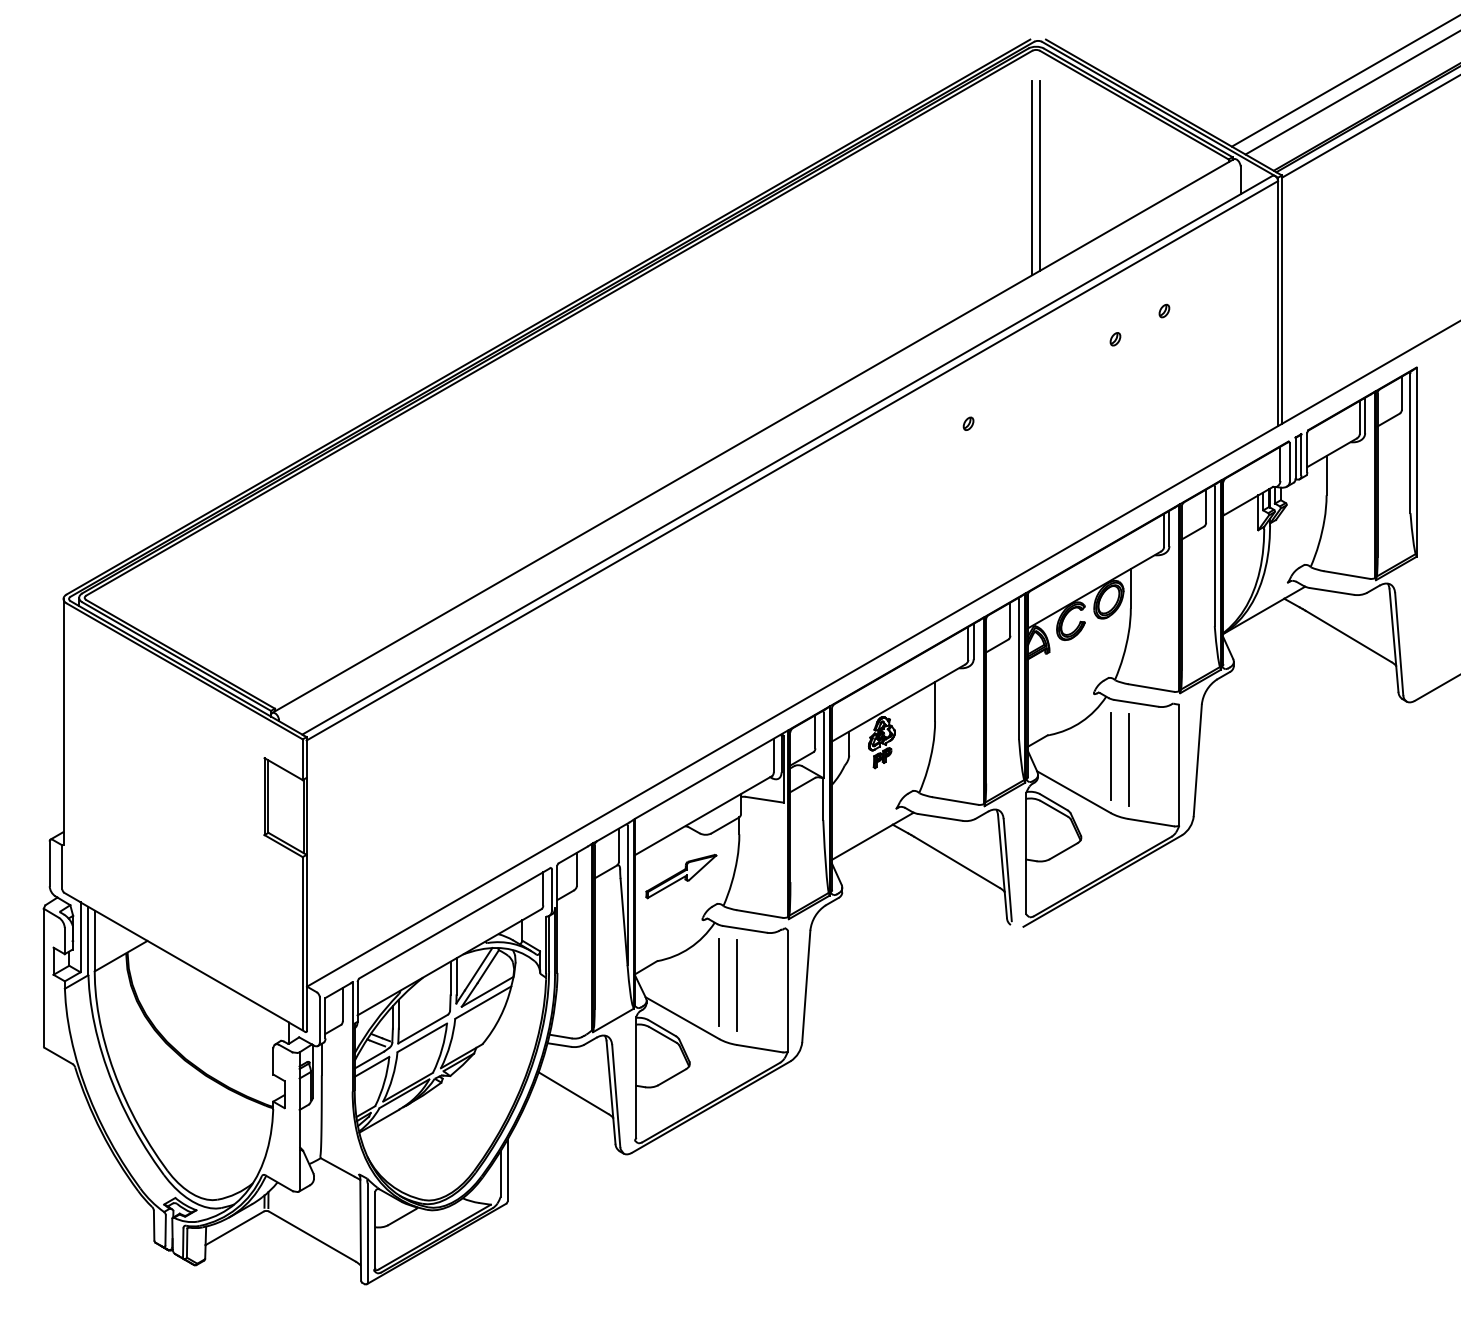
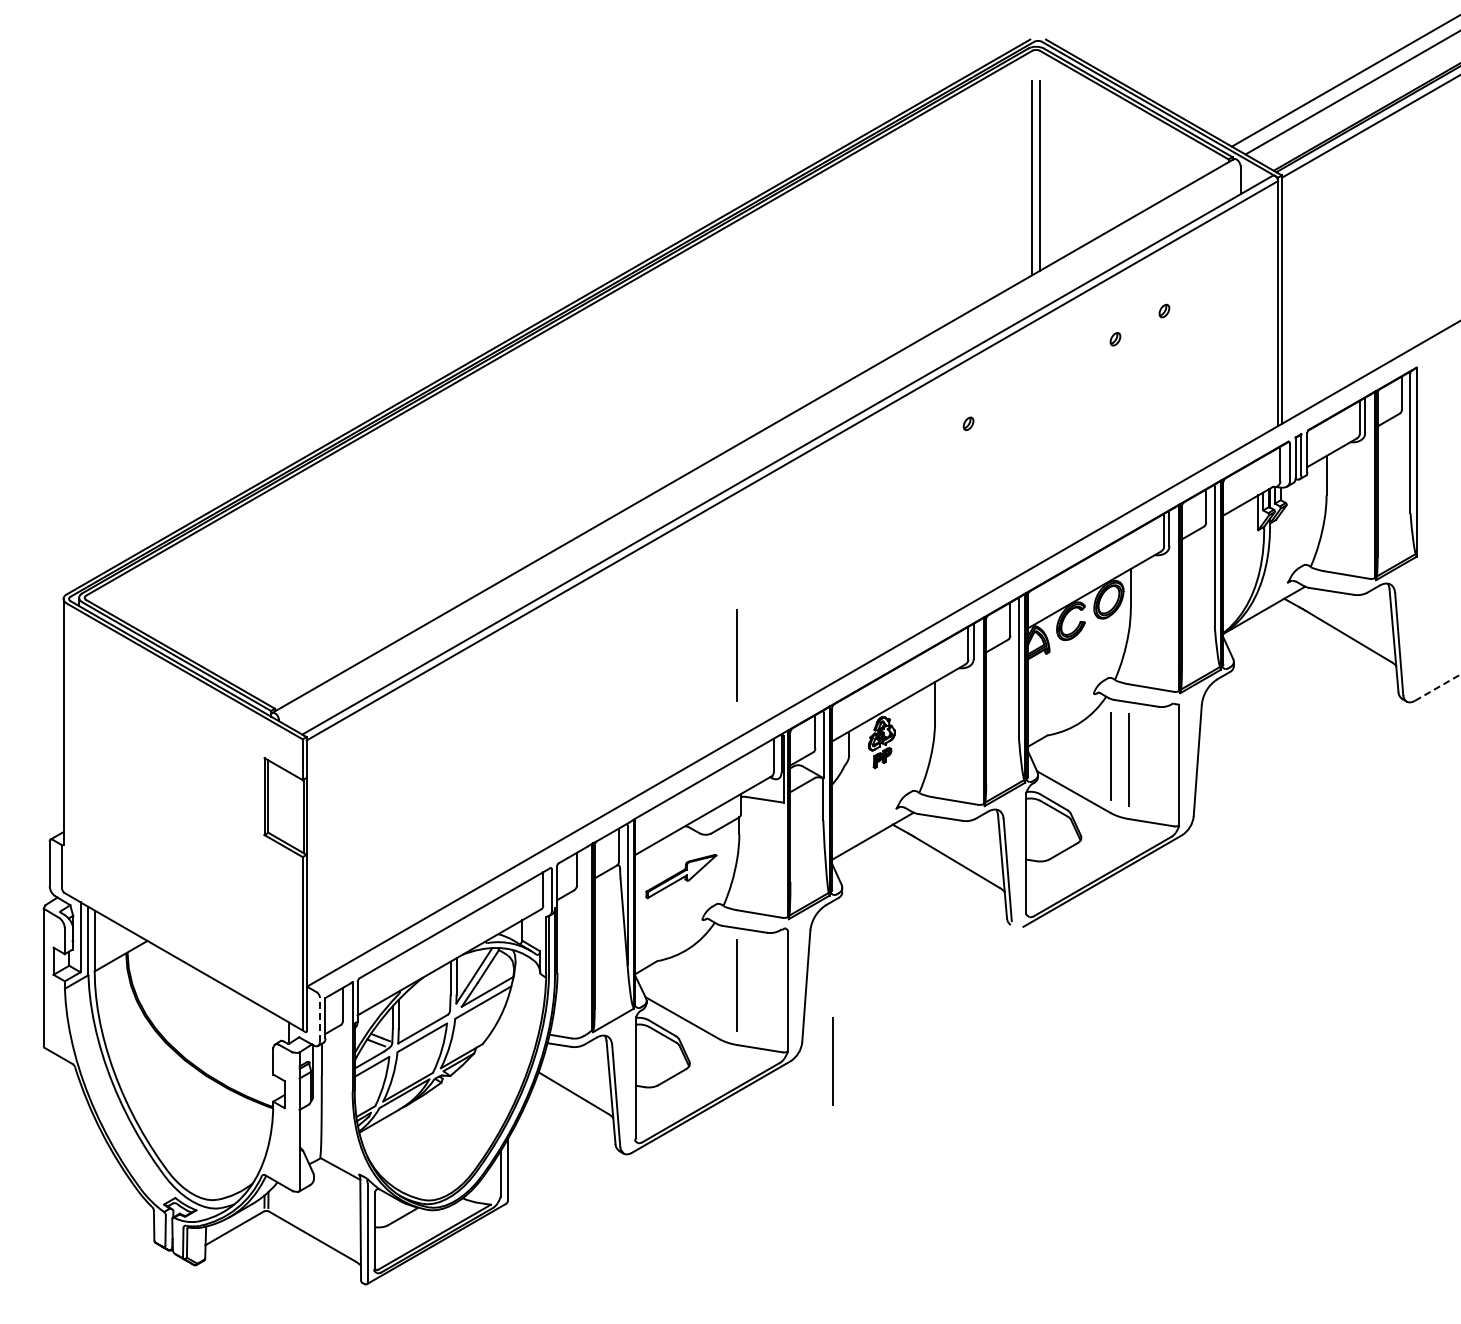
line at (736, 655): none -> present
line at (1438, 687): solid -> dashed
line at (718, 982) position: (718, 982) -> (832, 1061)
line at (319, 1019): solid -> dashed
